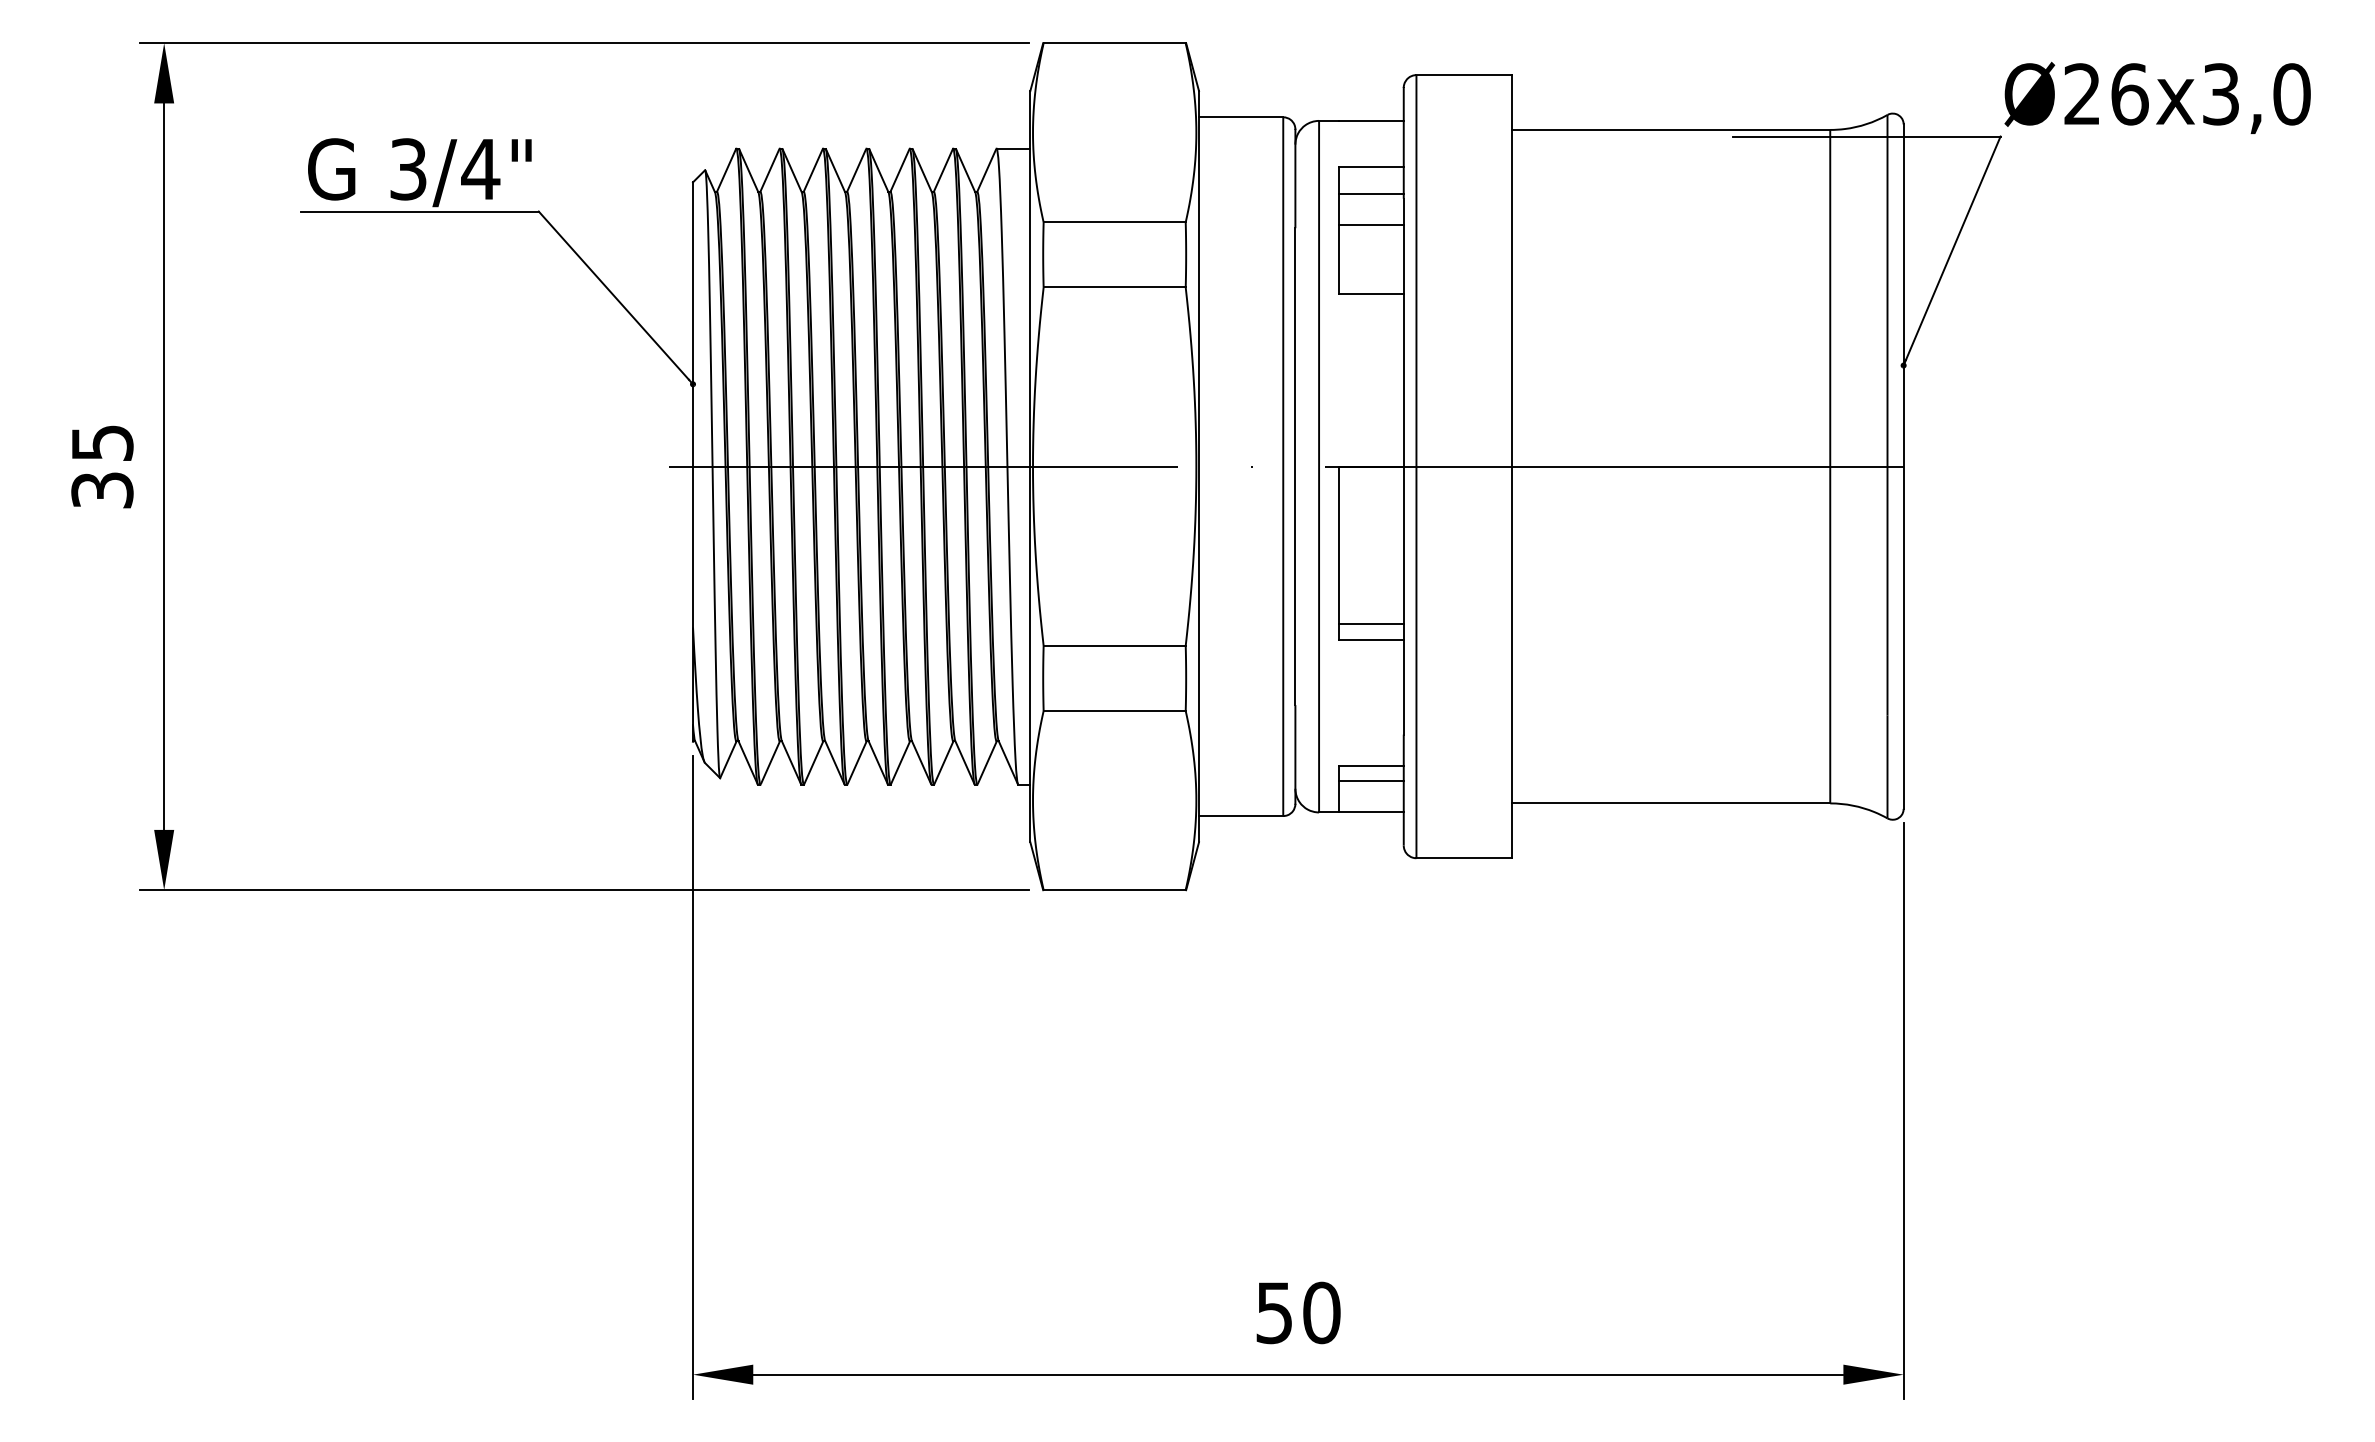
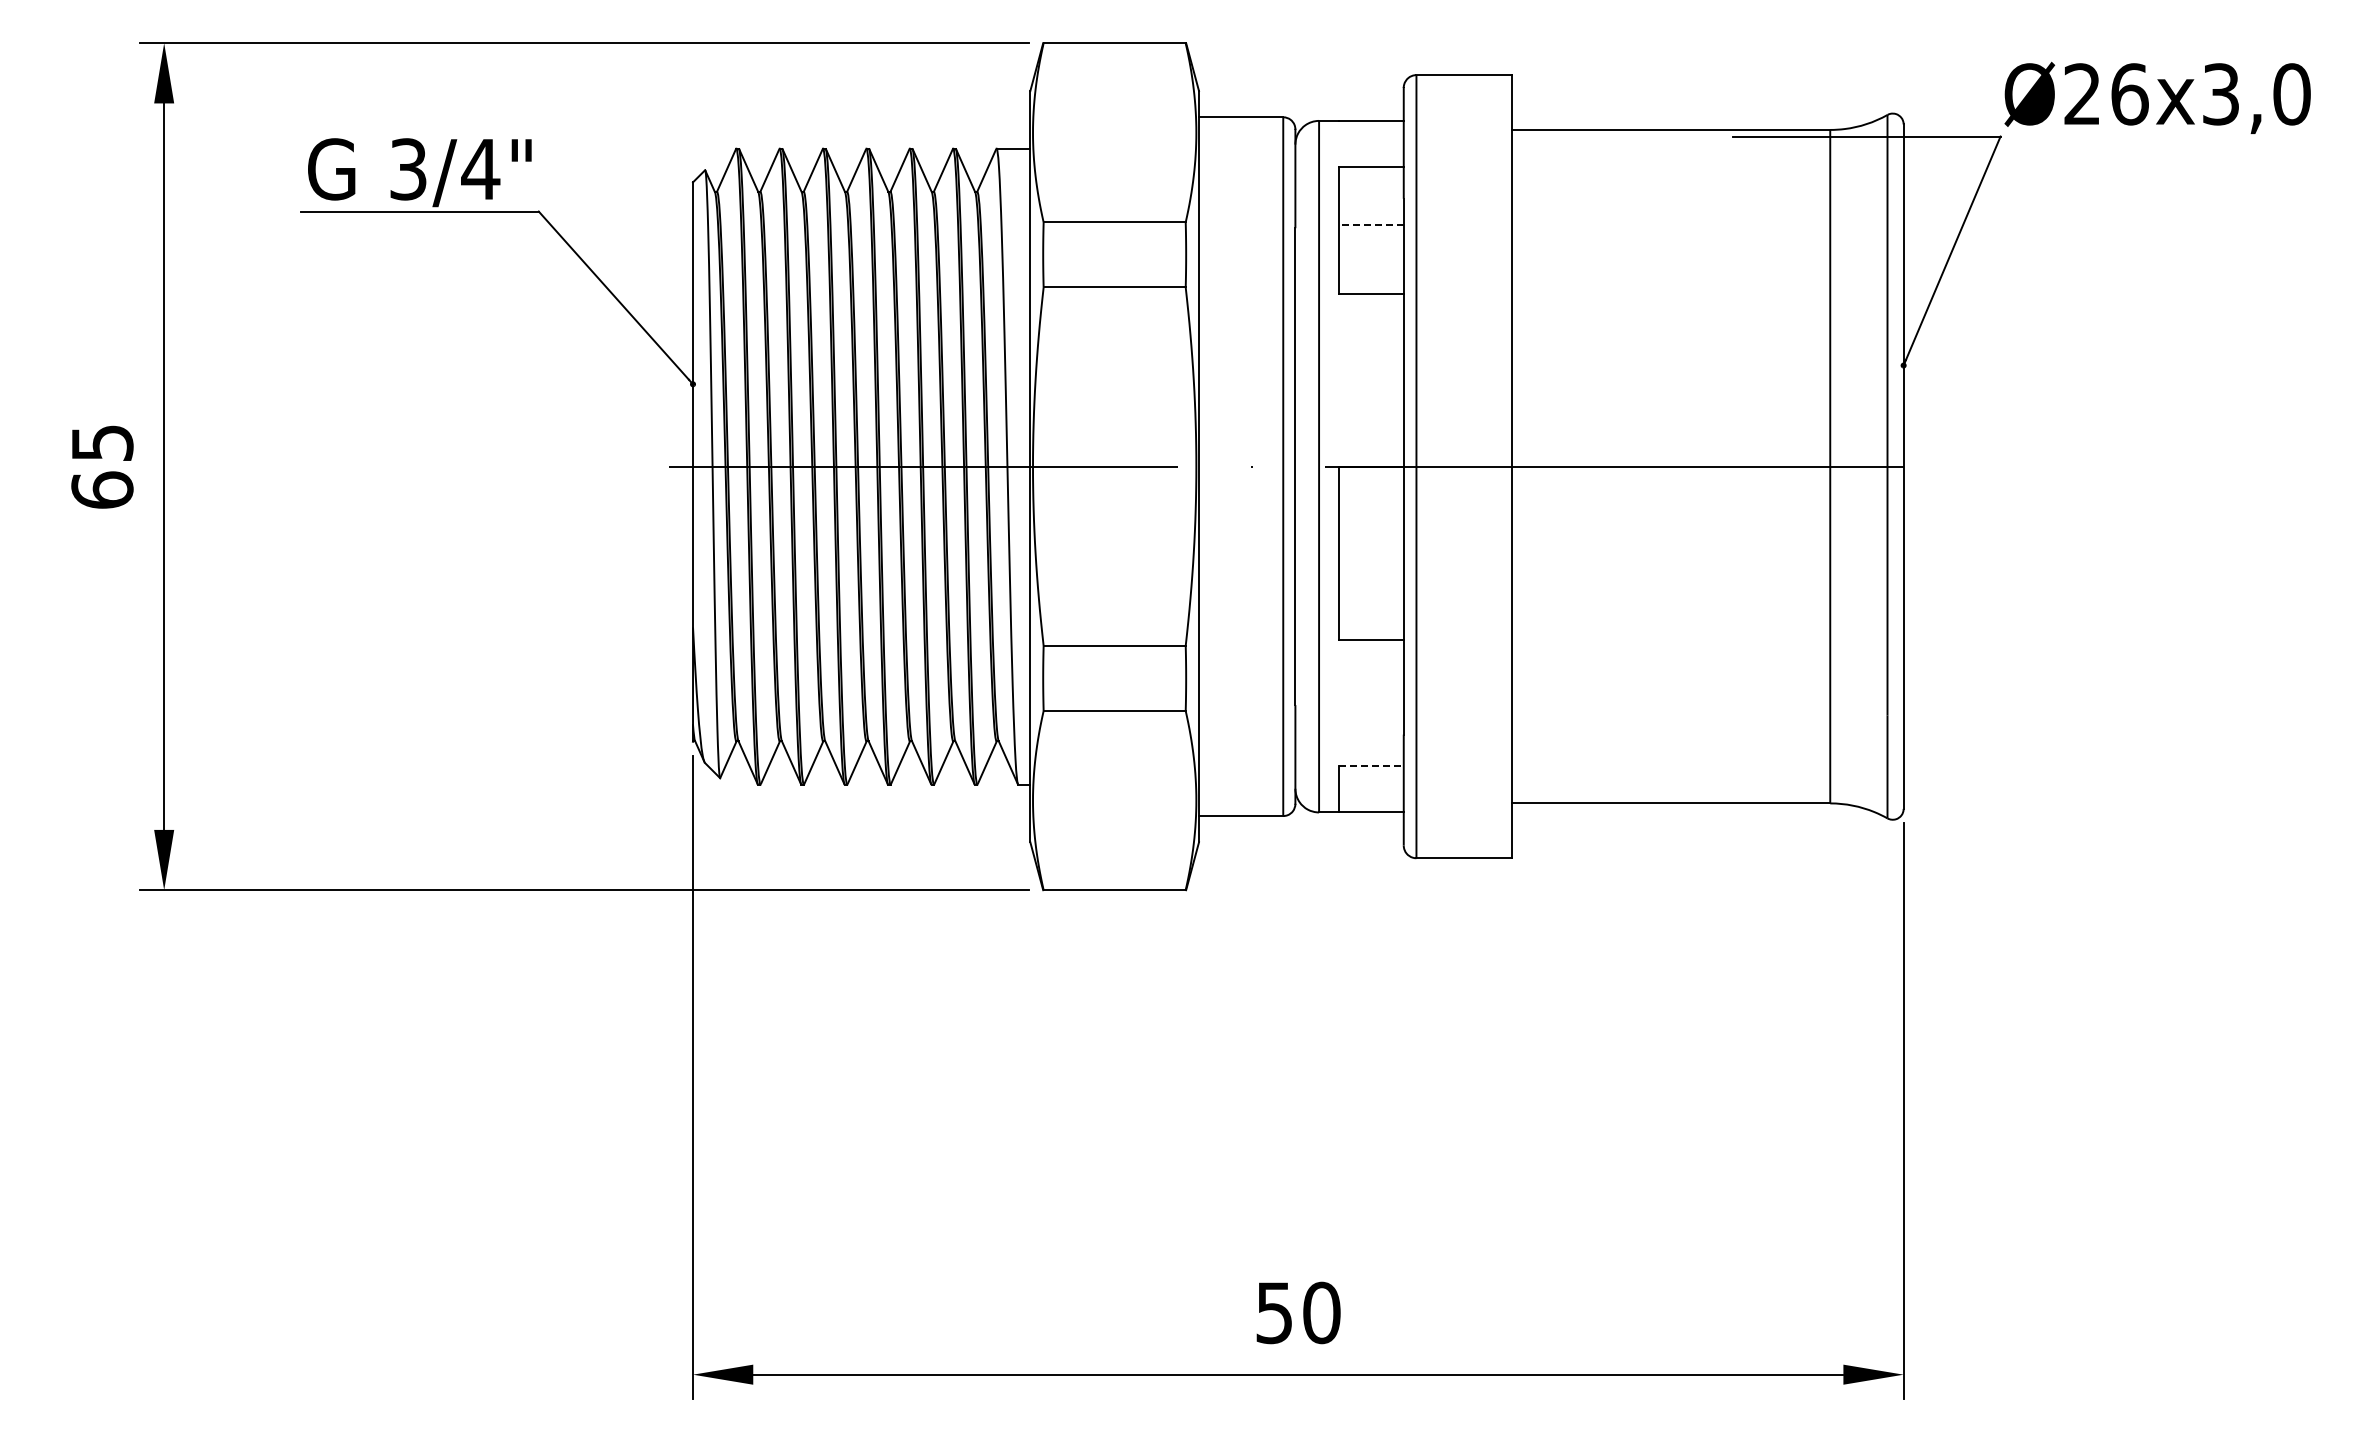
line at (1370, 194): present -> none
line at (1370, 225): solid -> dashed
text at (102, 489): 35 -> 65
line at (1370, 623): present -> none
line at (1371, 766): solid -> dashed
line at (1370, 781): present -> none
